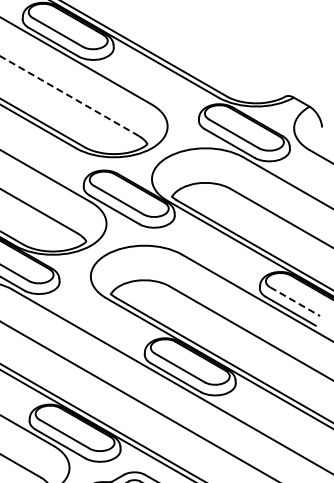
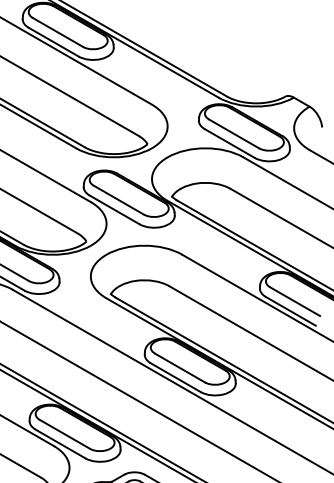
line at (69, 96): dashed -> solid
line at (295, 301): dashed -> solid
